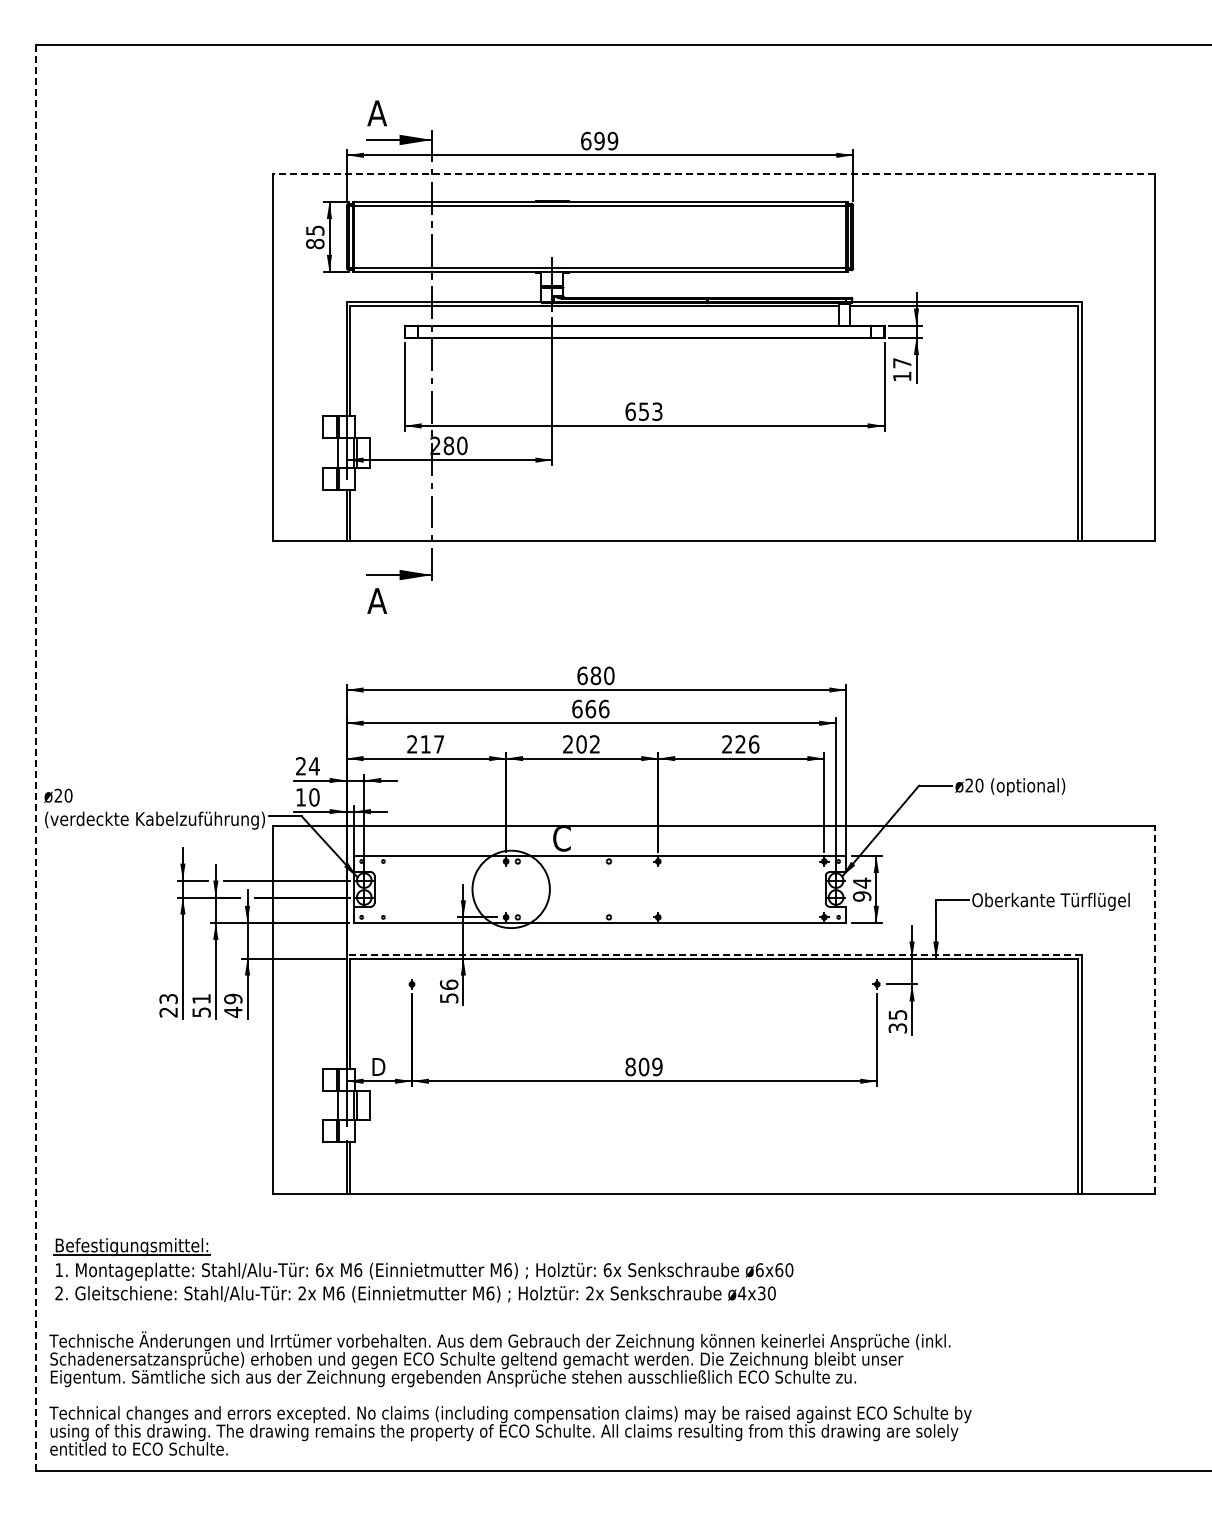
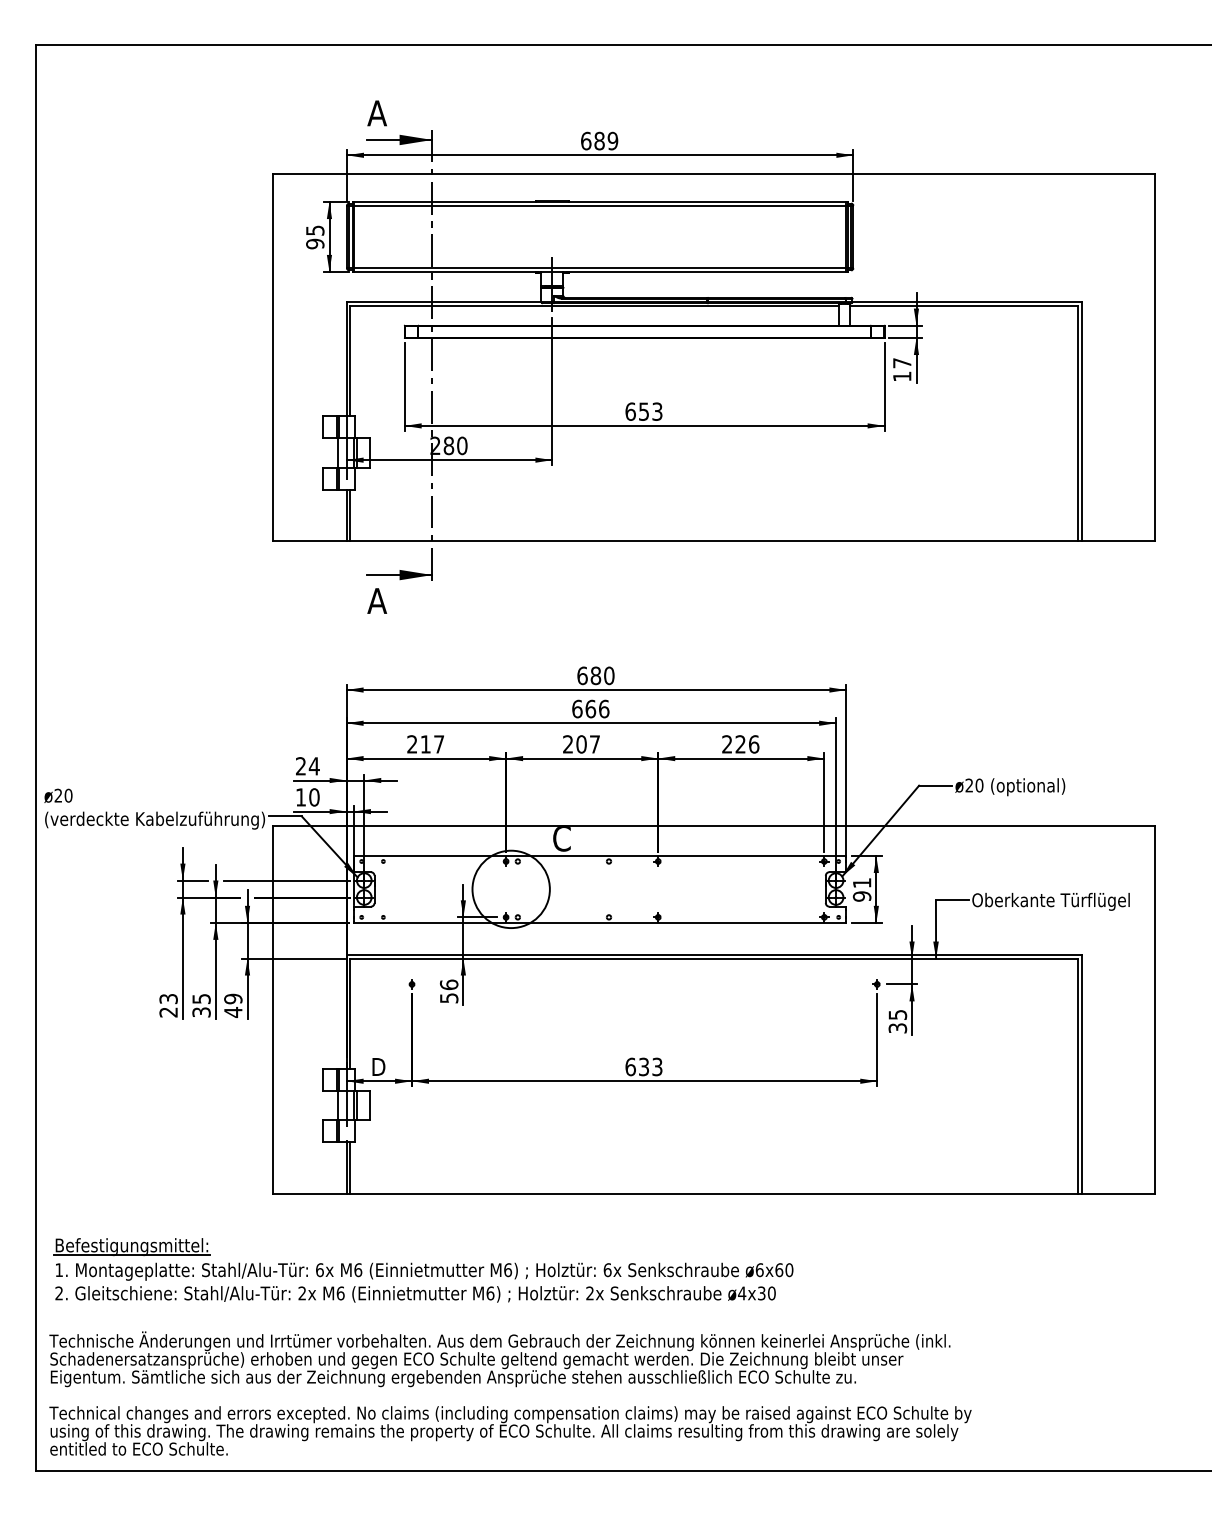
text at (599, 141): 699 -> 689
line at (714, 173): dashed -> solid
text at (315, 243): 85 -> 95
text at (594, 744): 202 -> 207
line at (36, 758): dashed -> solid
text at (862, 882): 94 -> 91
line at (713, 954): dashed -> solid
text at (201, 1005): 51 -> 35
line at (1155, 1009): dashed -> solid
text at (643, 1066): 809 -> 633
